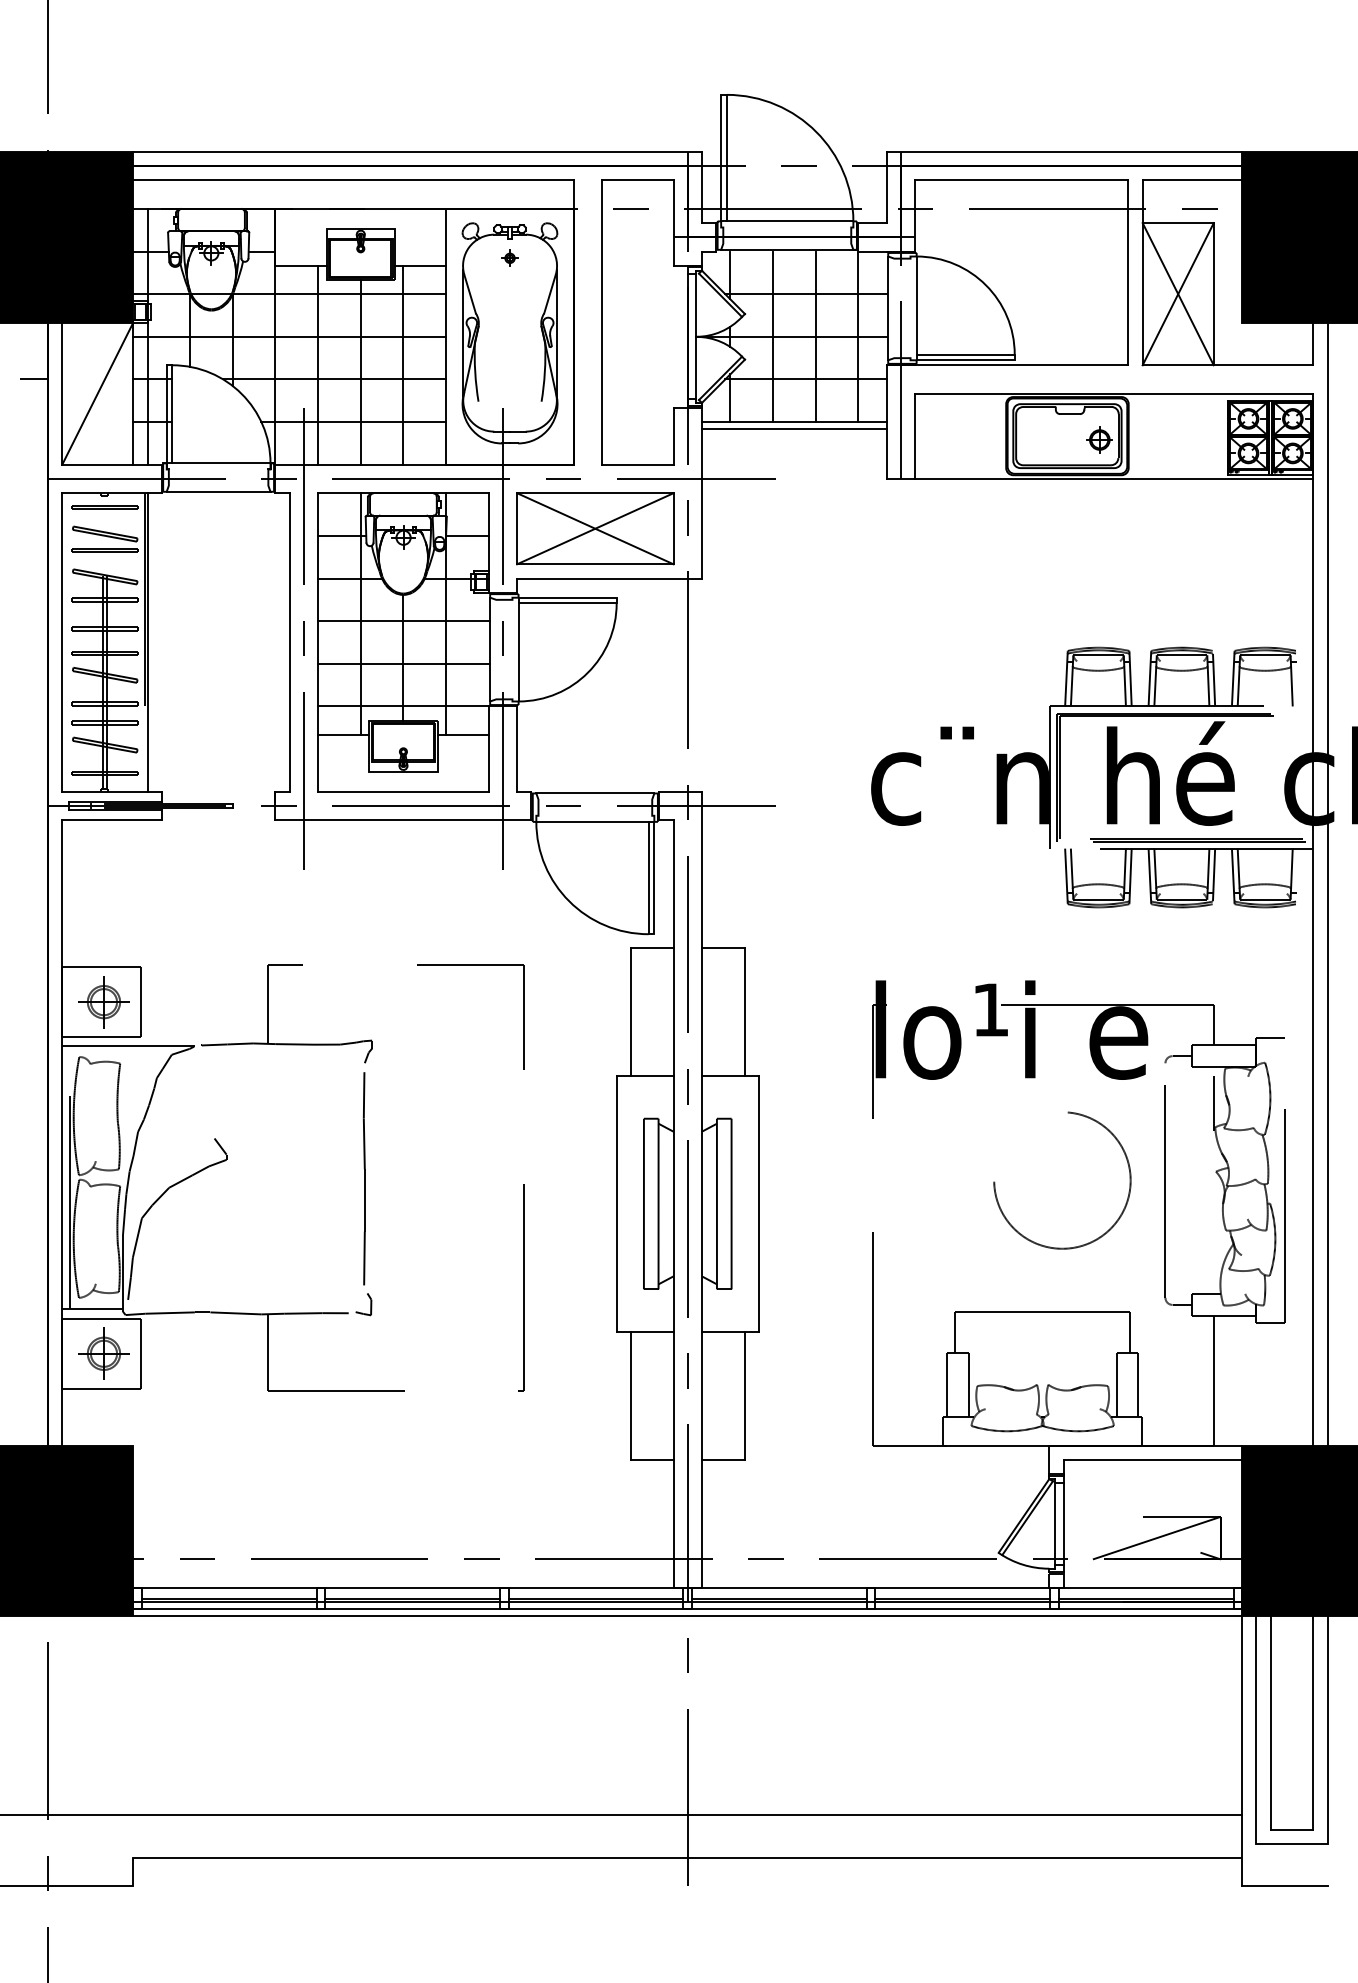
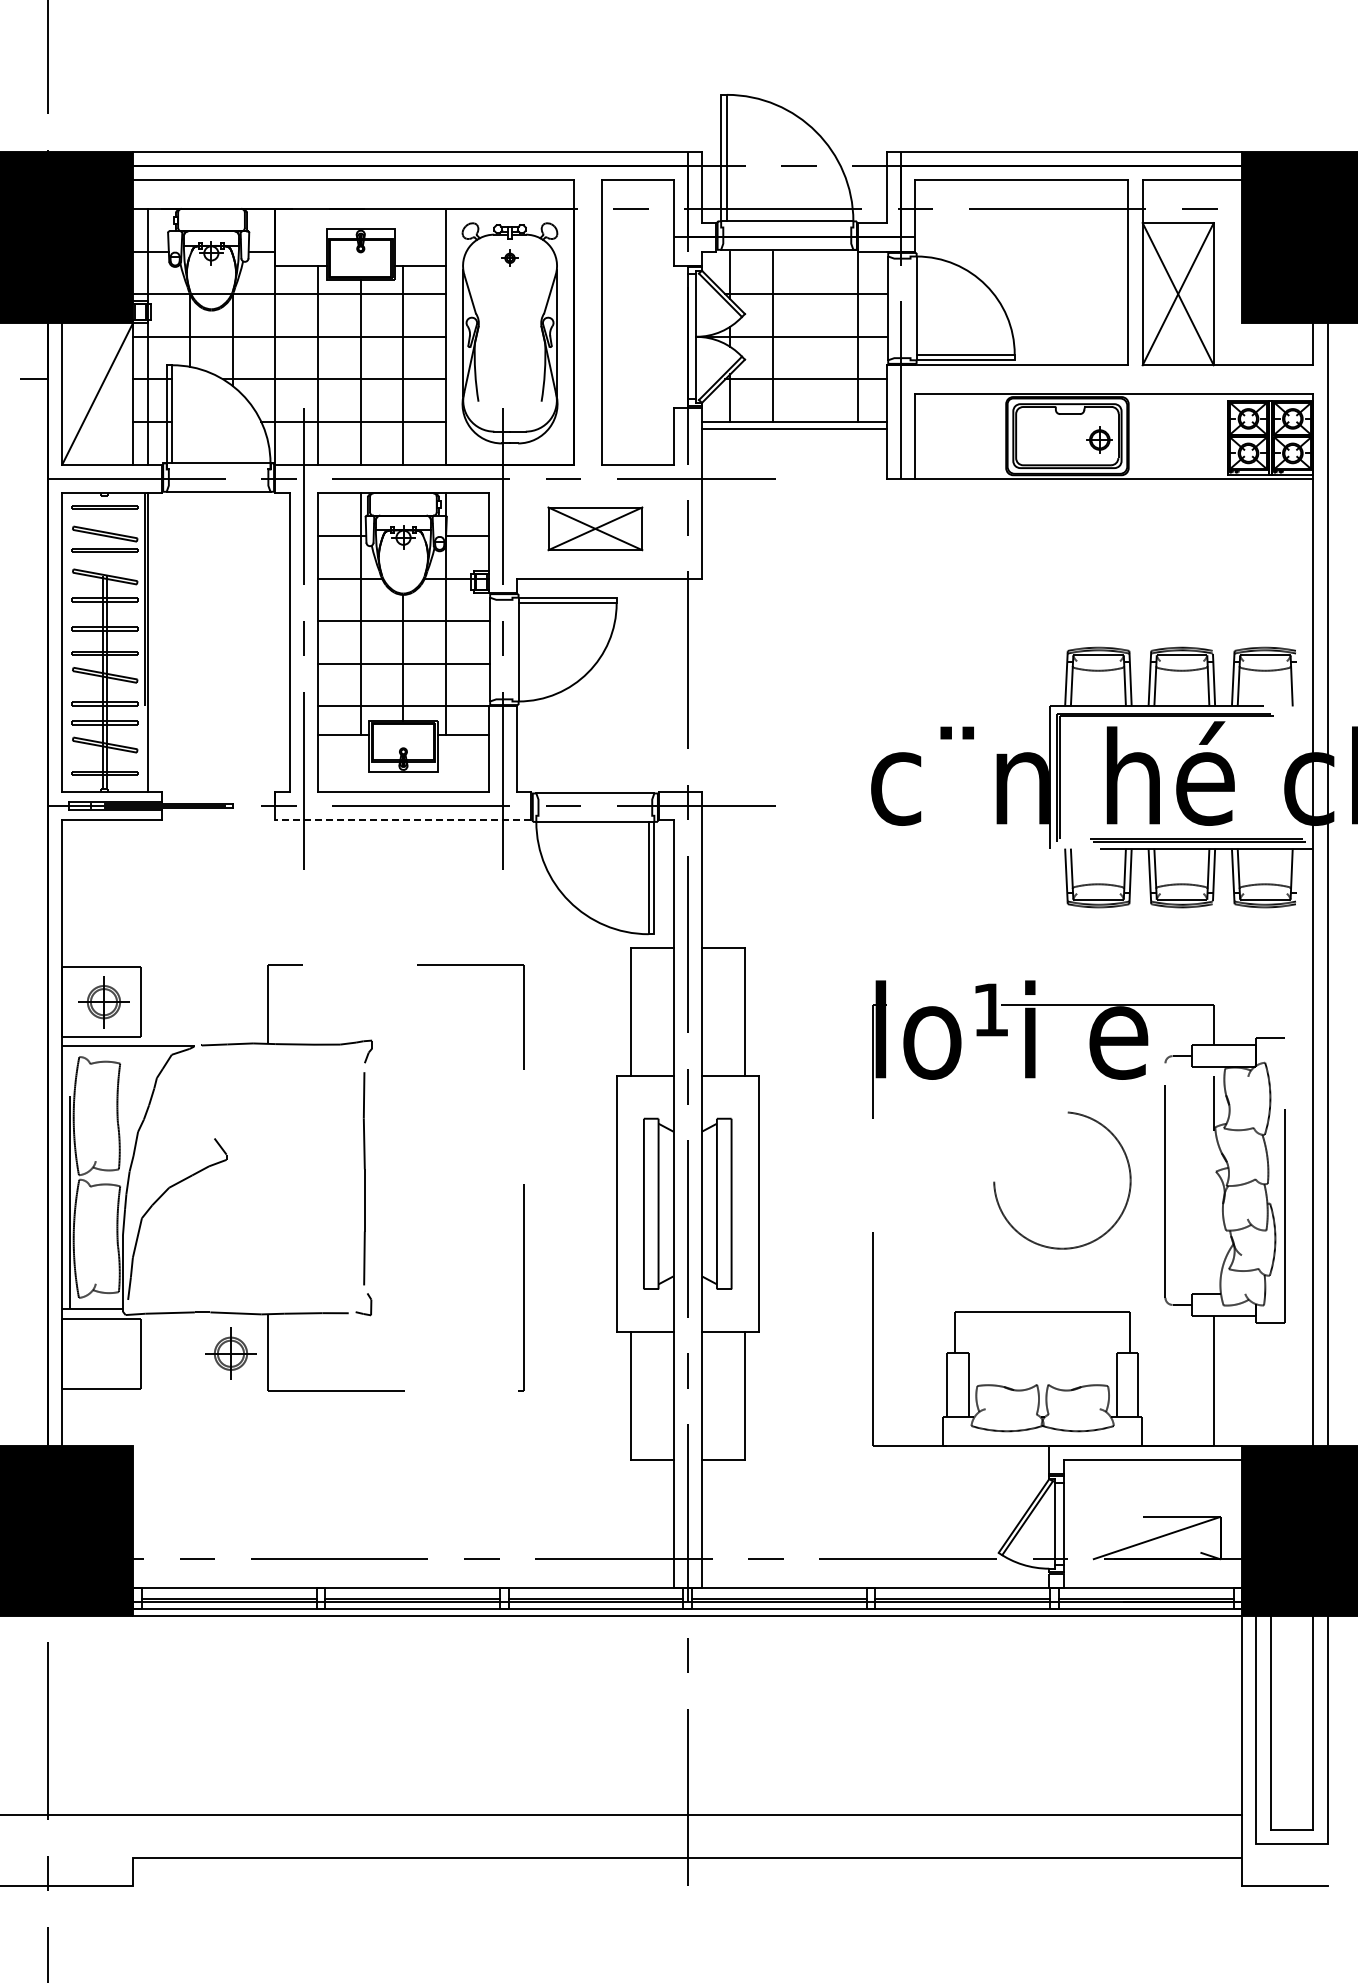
line at (815, 336): present -> none
part at (595, 528) size: 159x74 px -> 97x46 px
line at (403, 820): solid -> dashed
part at (103, 1353) position: (103, 1353) -> (230, 1353)
